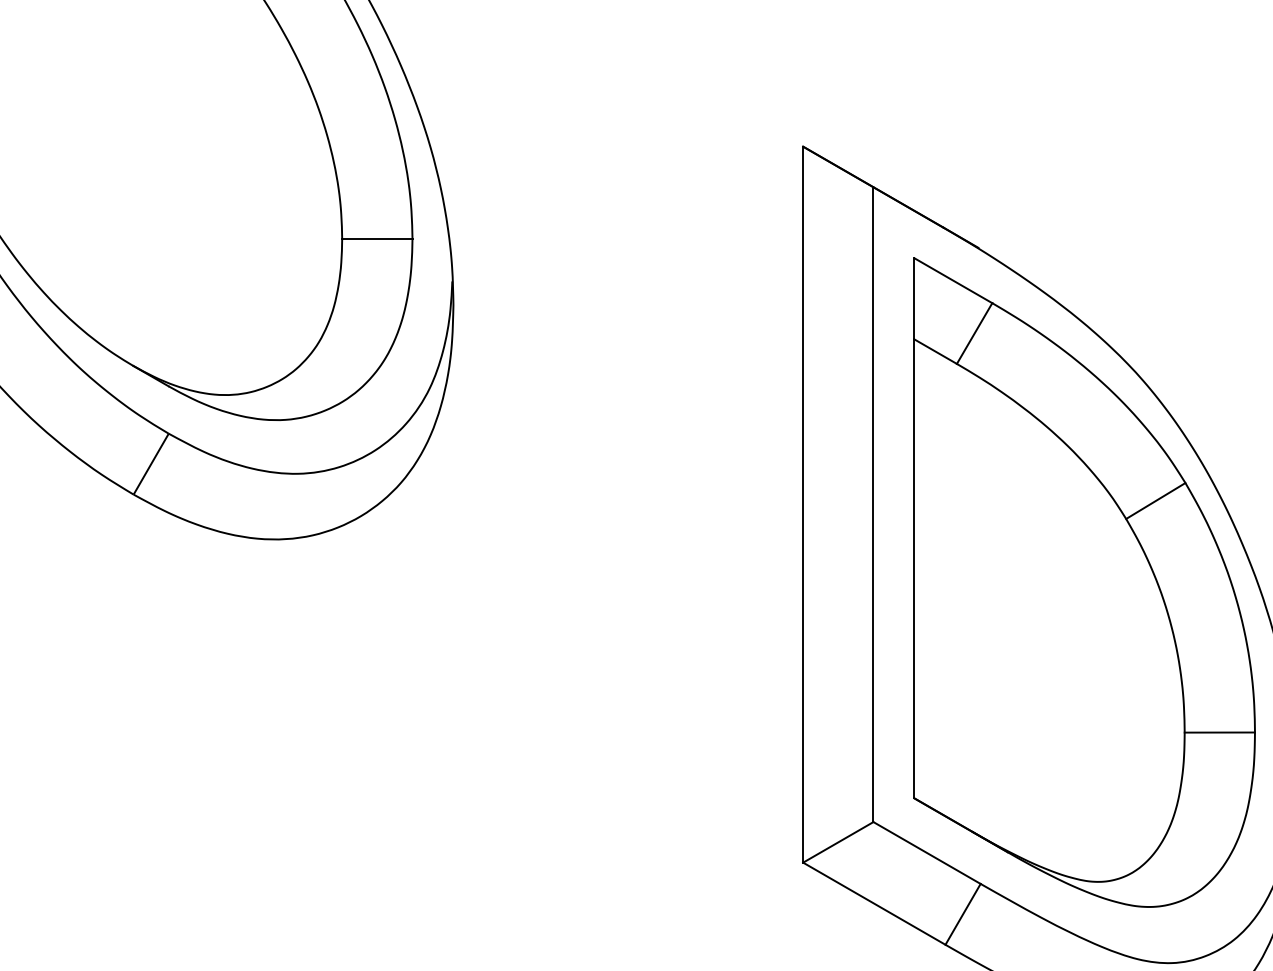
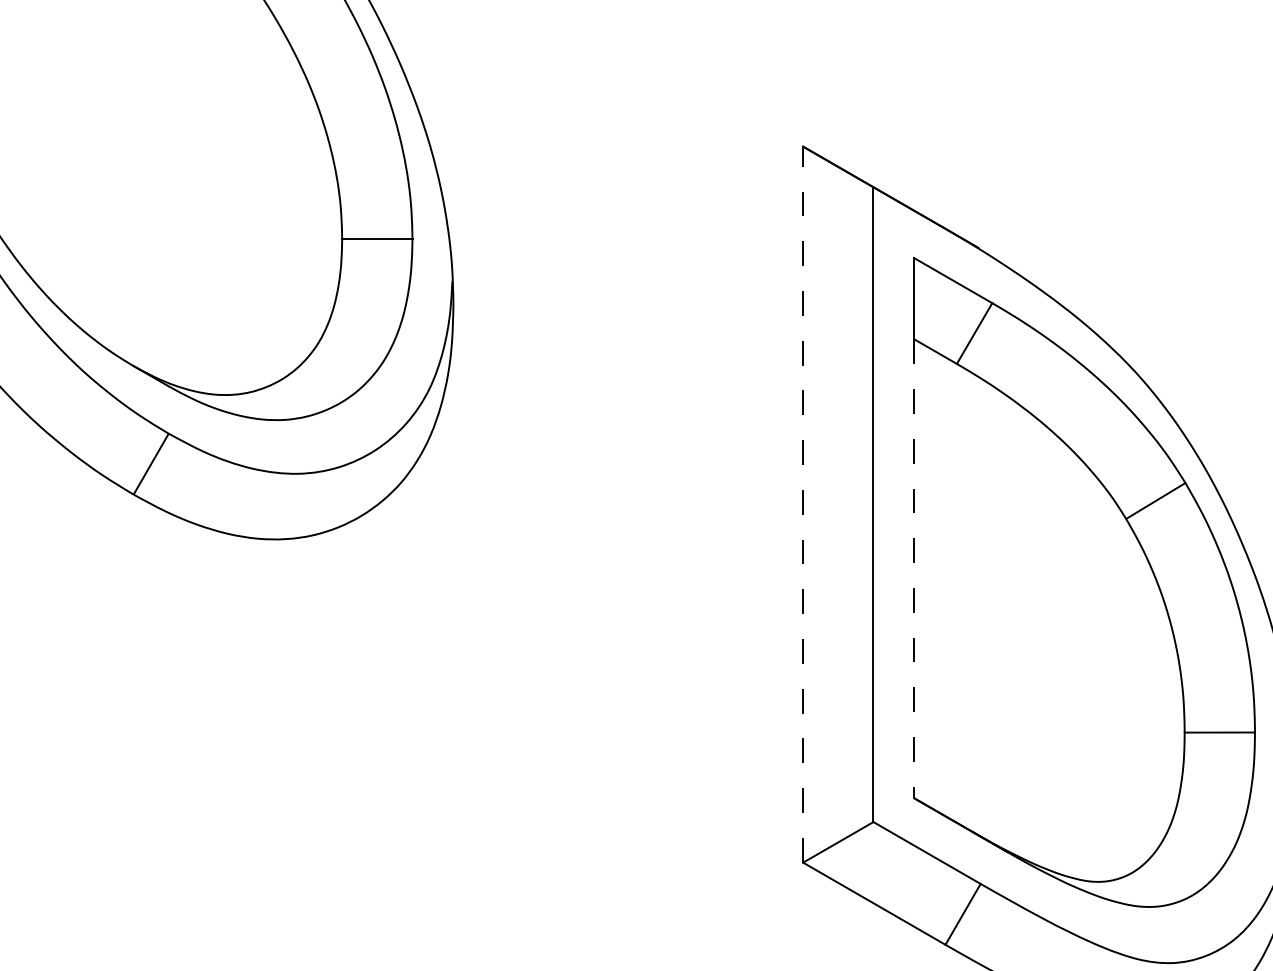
line at (803, 504): solid -> dashed
line at (914, 569): solid -> dashed
